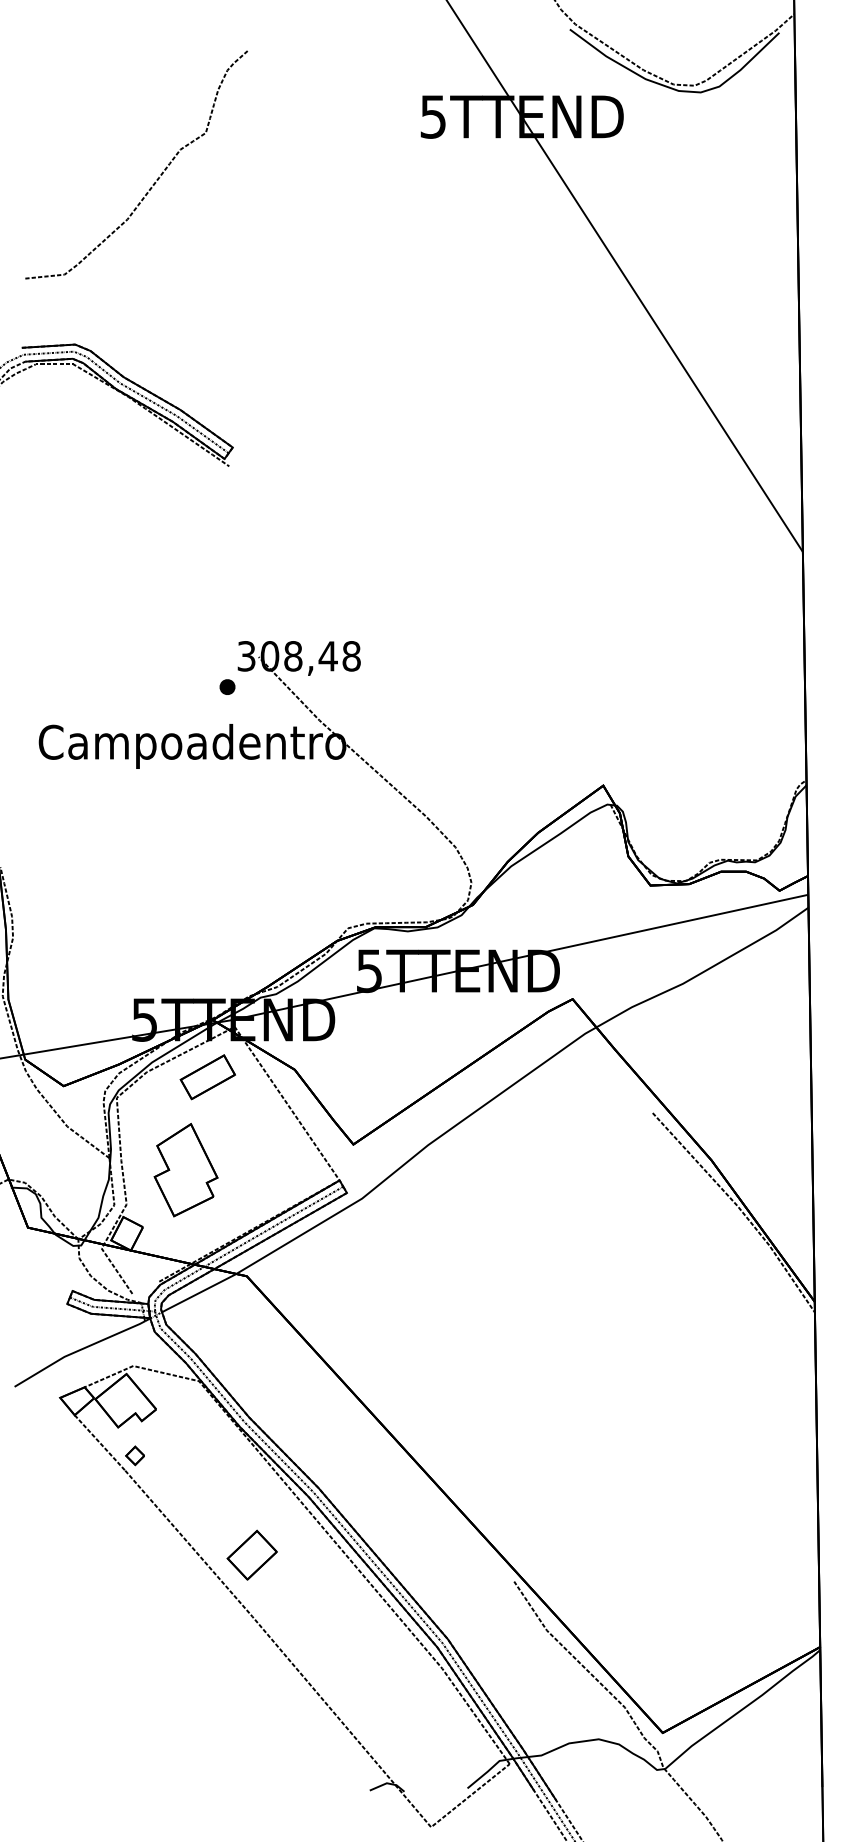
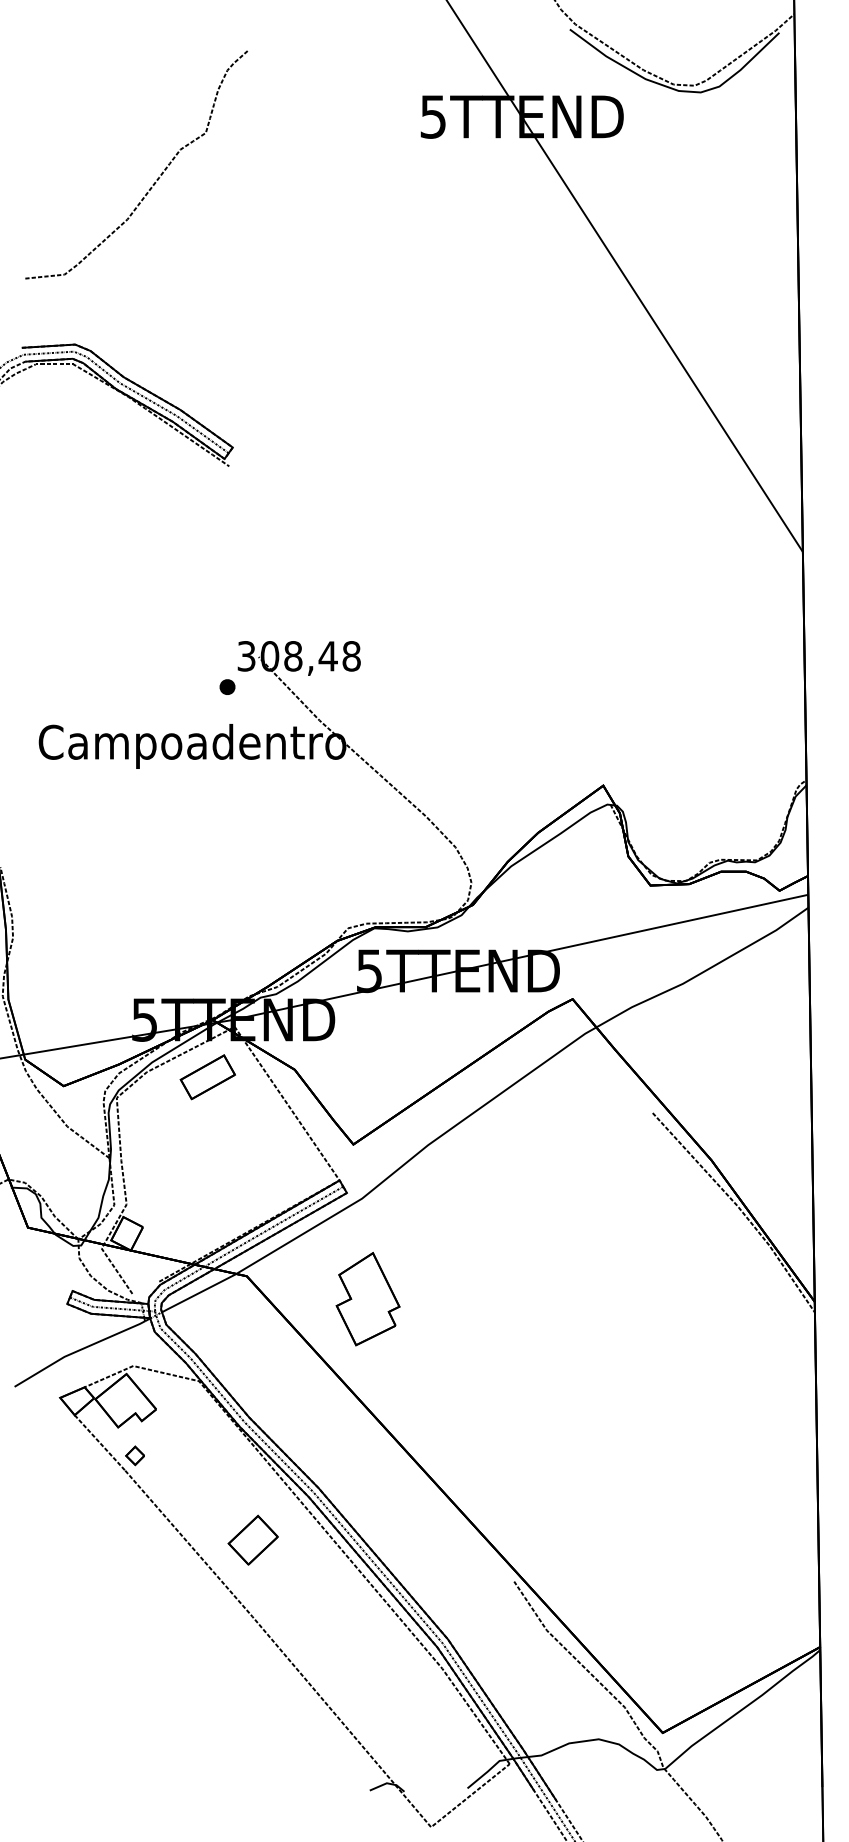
part at (185, 1170) position: (185, 1170) -> (367, 1299)
part at (251, 1554) position: (251, 1554) -> (252, 1539)
